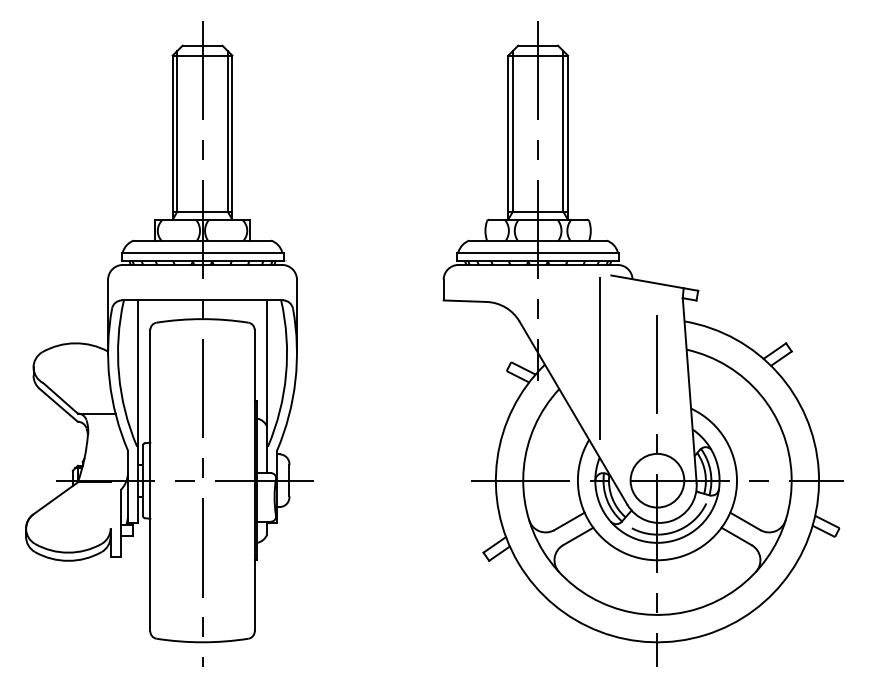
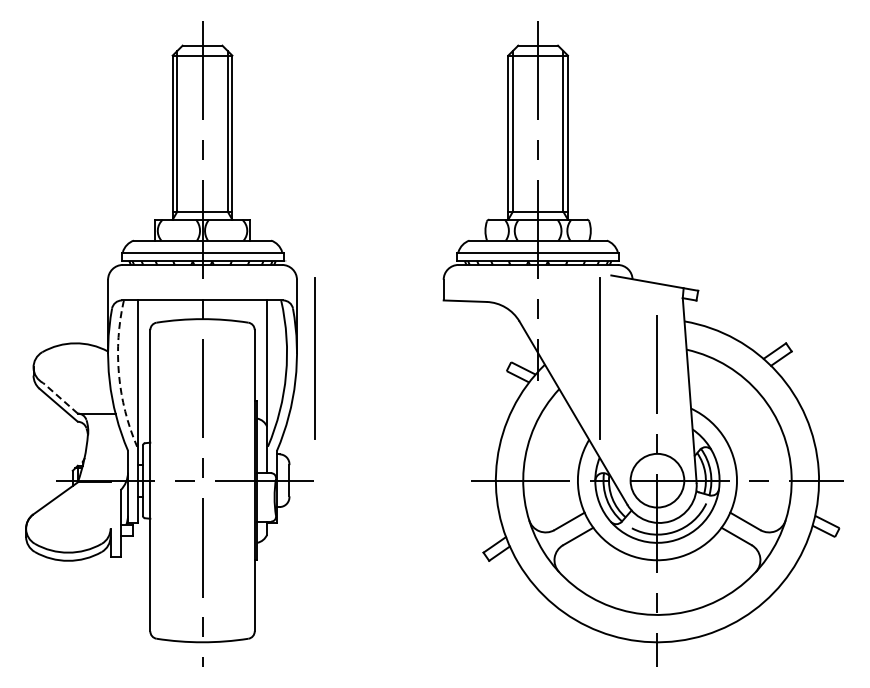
line at (314, 358): none -> present
arc at (119, 374): solid -> dashed
line at (60, 398): solid -> dashed
